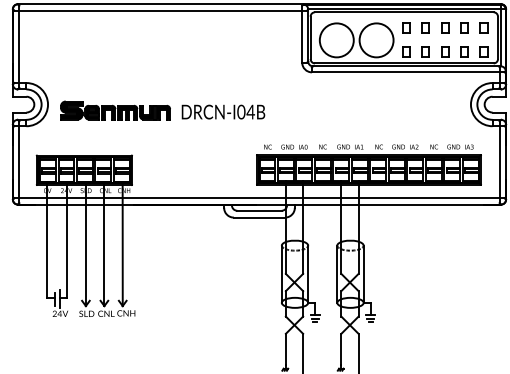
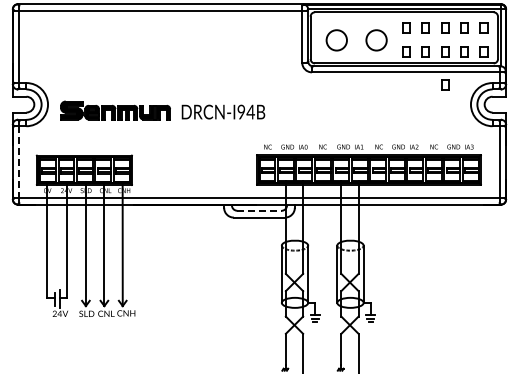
circle at (336, 40) diameter: 34 px -> 20 px
circle at (376, 40) diameter: 34 px -> 20 px
part at (445, 84): none -> present
text at (241, 112): DRCN-I04B -> DRCN-I94B
line at (19, 162): solid -> dashed
line at (259, 210): solid -> dashed
